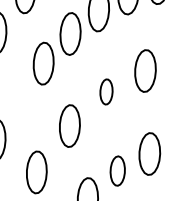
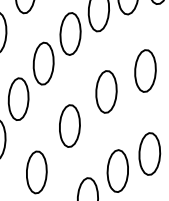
part at (106, 91) size: 15x28 px -> 23x44 px
part at (18, 98): none -> present
part at (117, 170) size: 17x32 px -> 23x44 px
